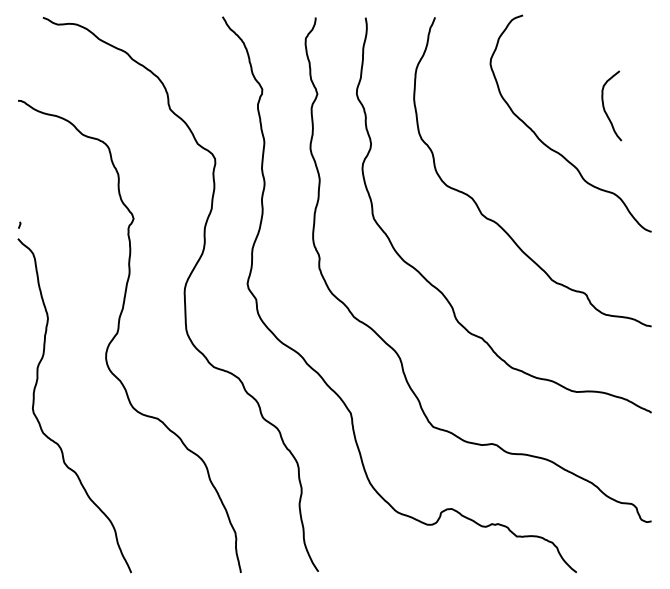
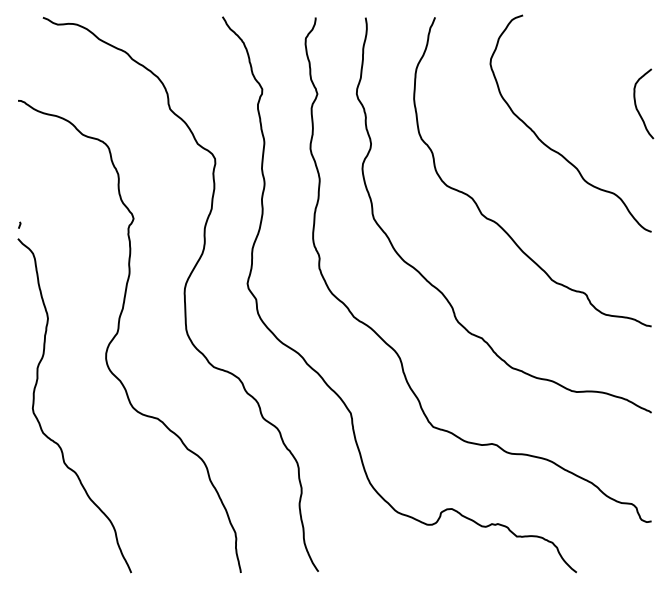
curve at (604, 105) position: (604, 105) -> (636, 103)
